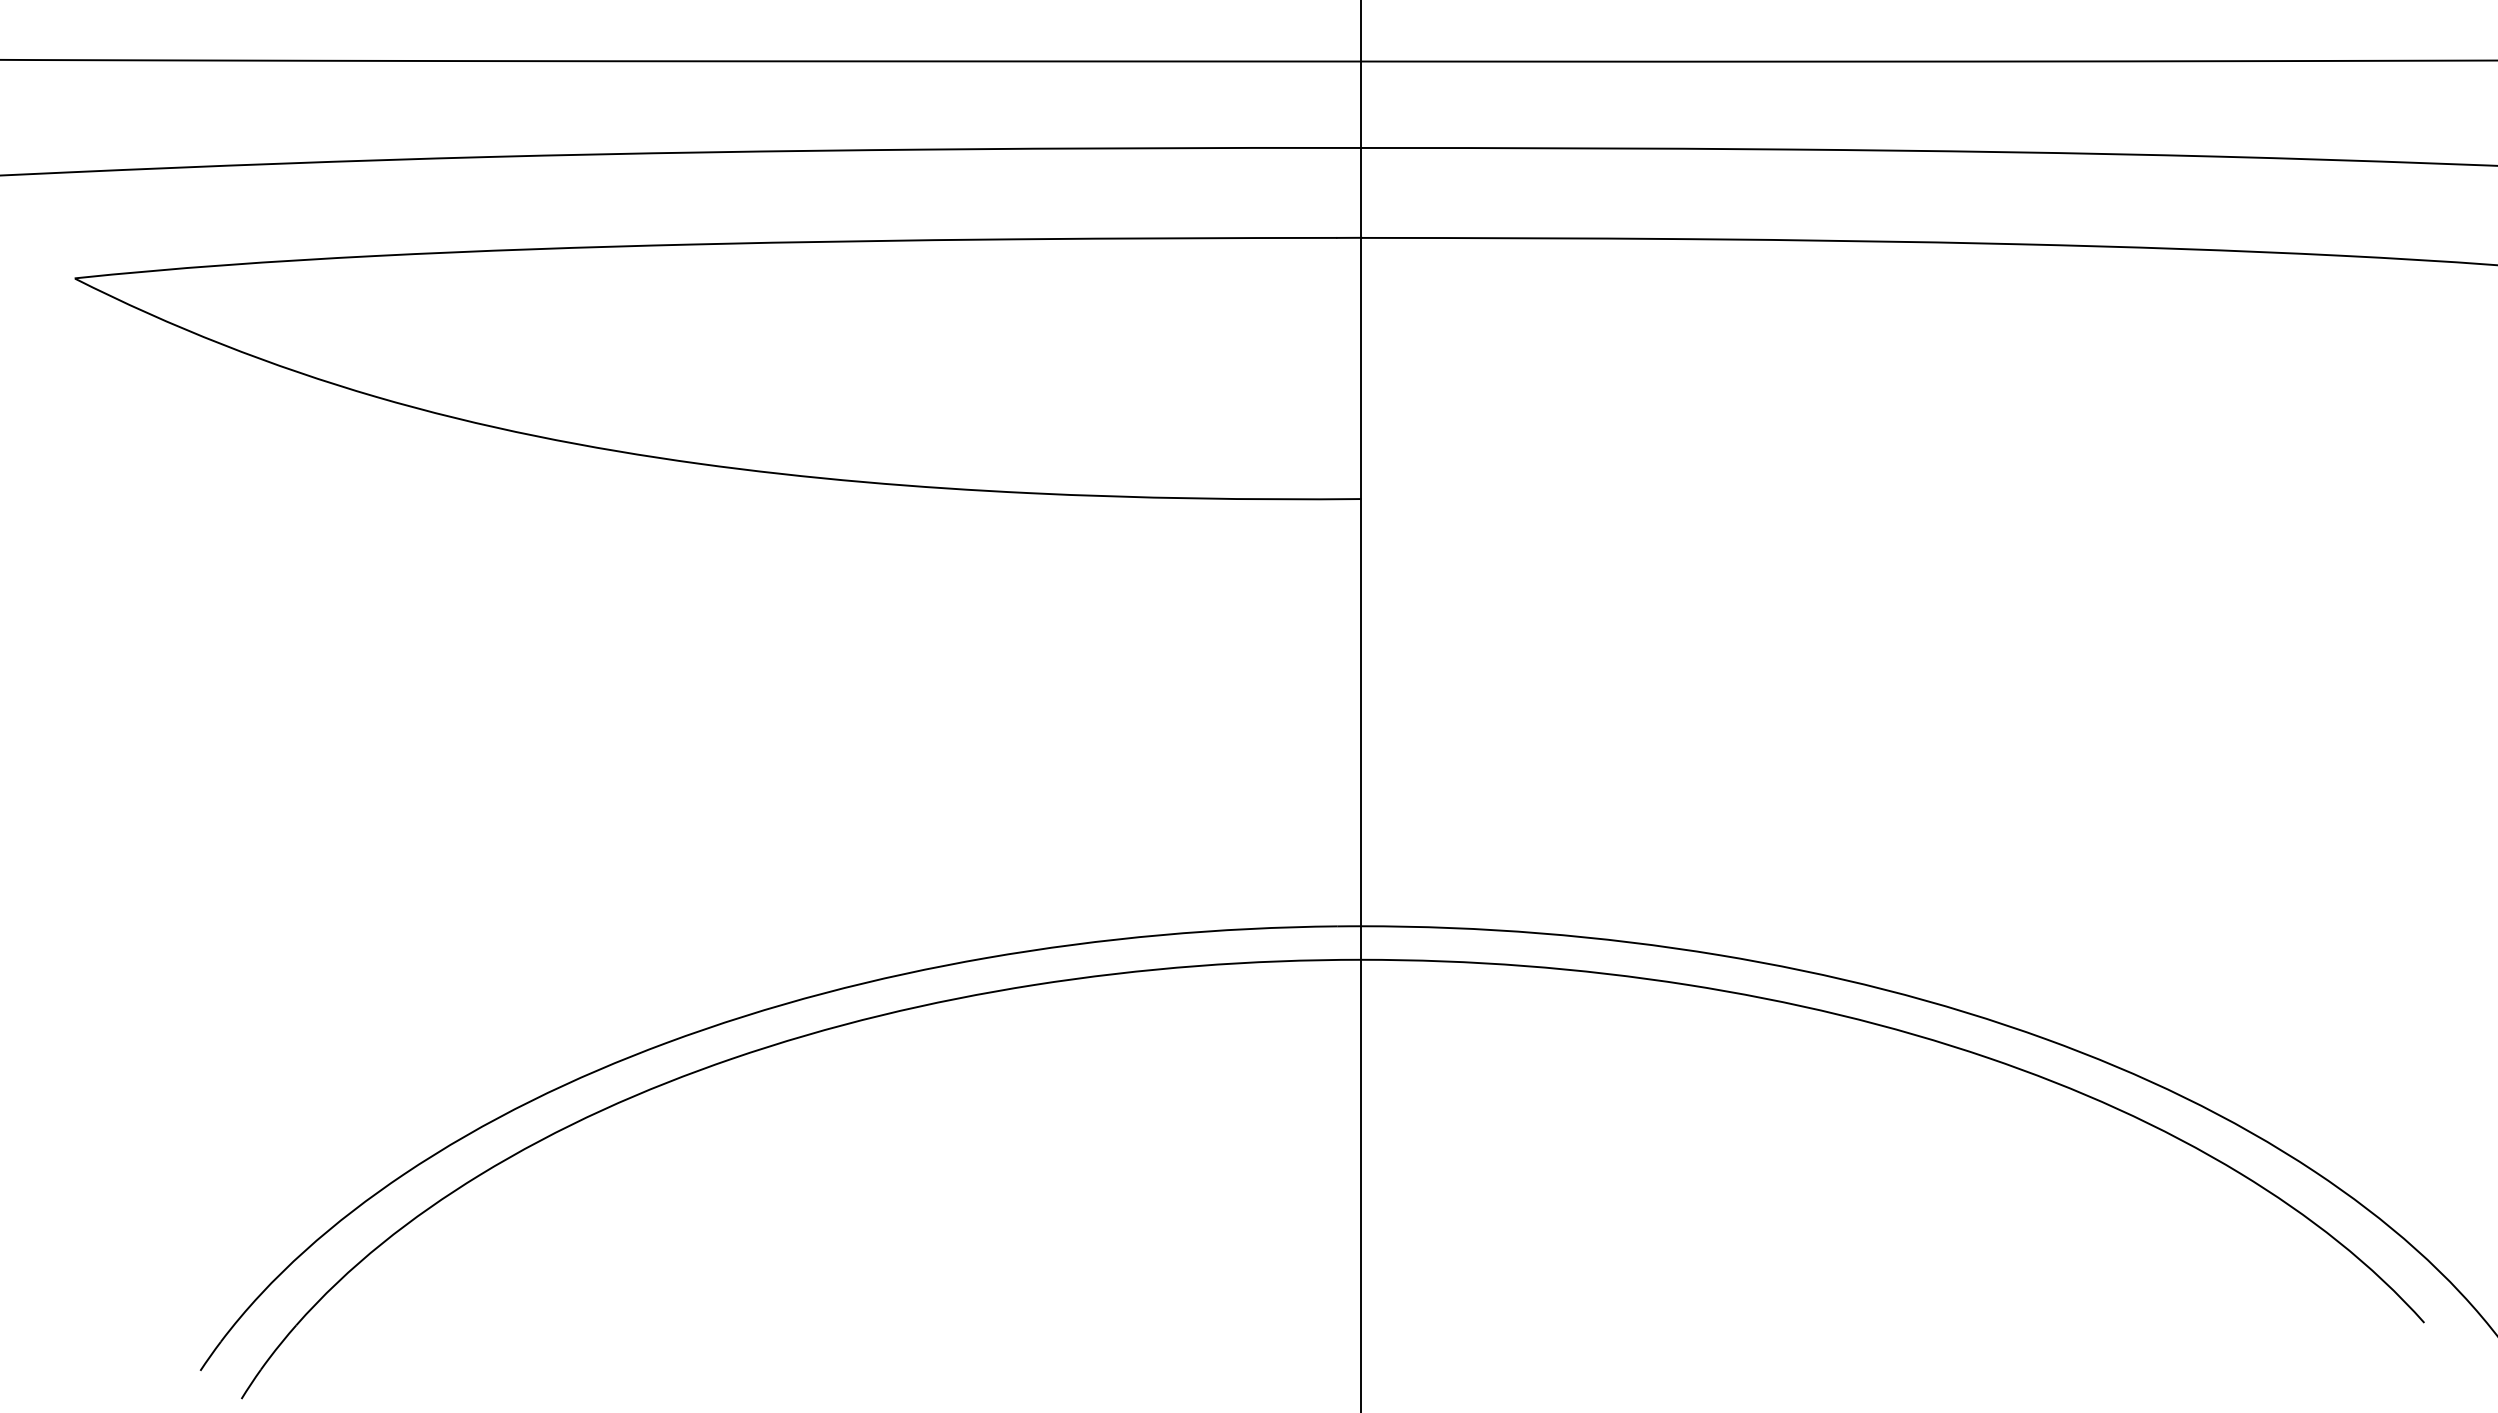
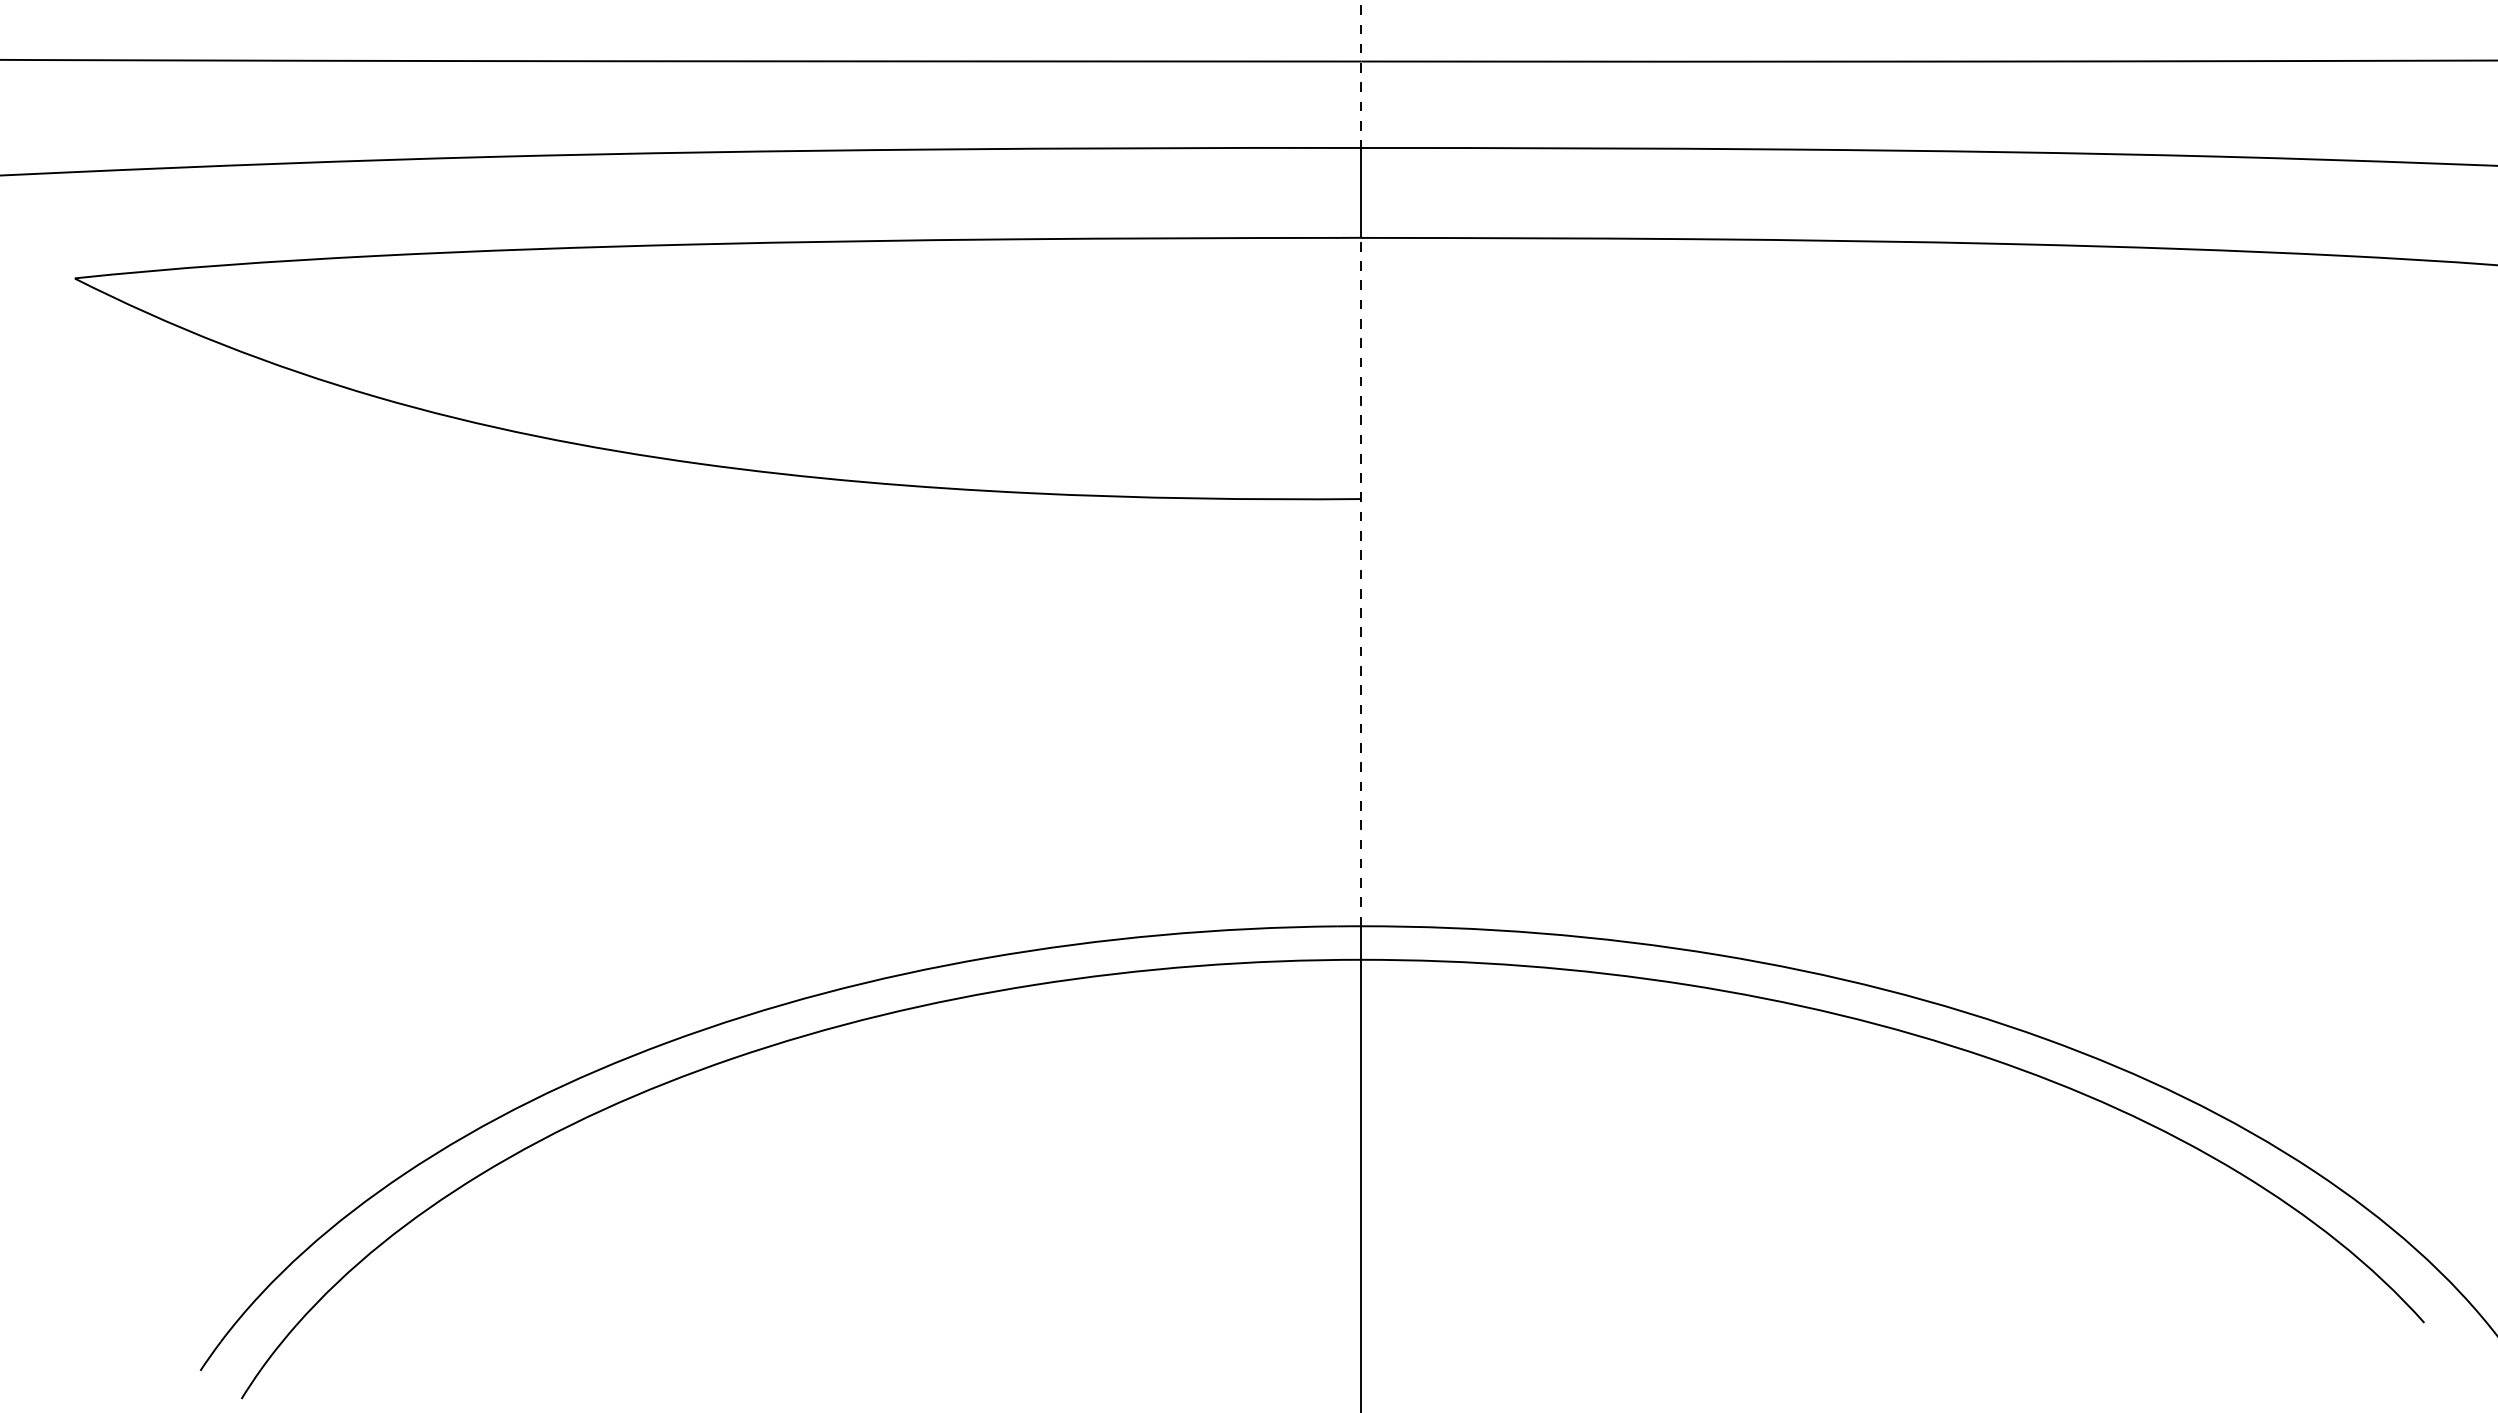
line at (1361, 74): solid -> dashed
line at (1361, 581): solid -> dashed
